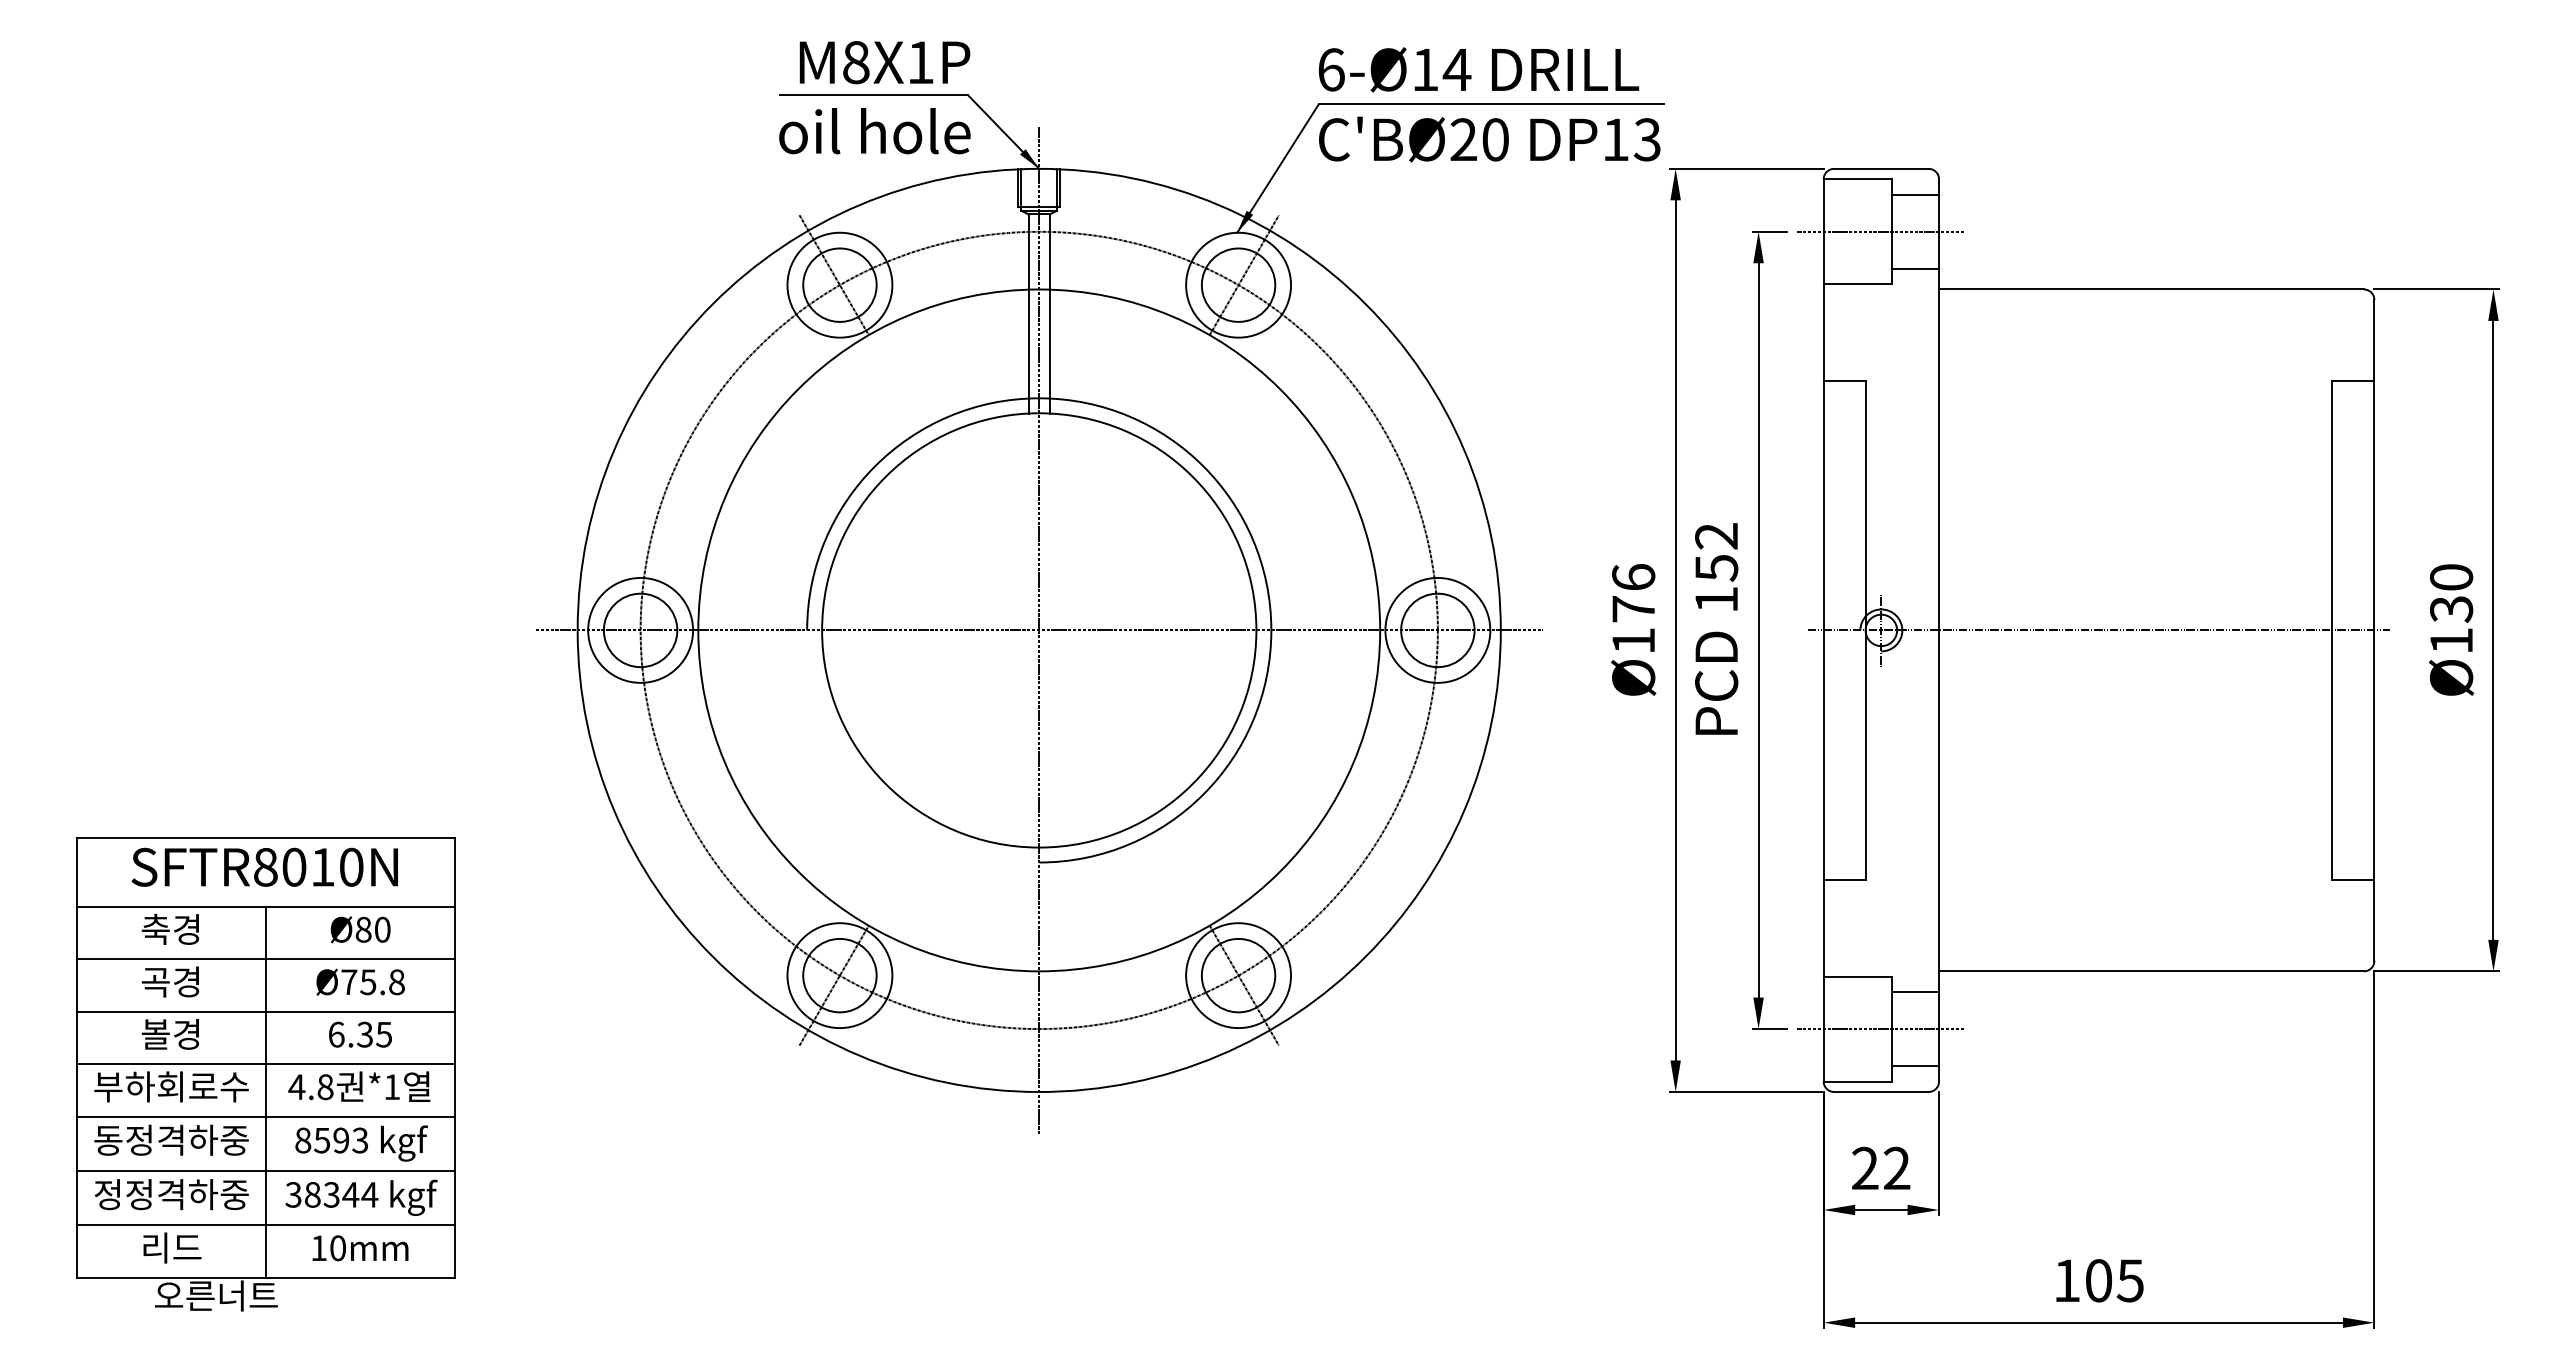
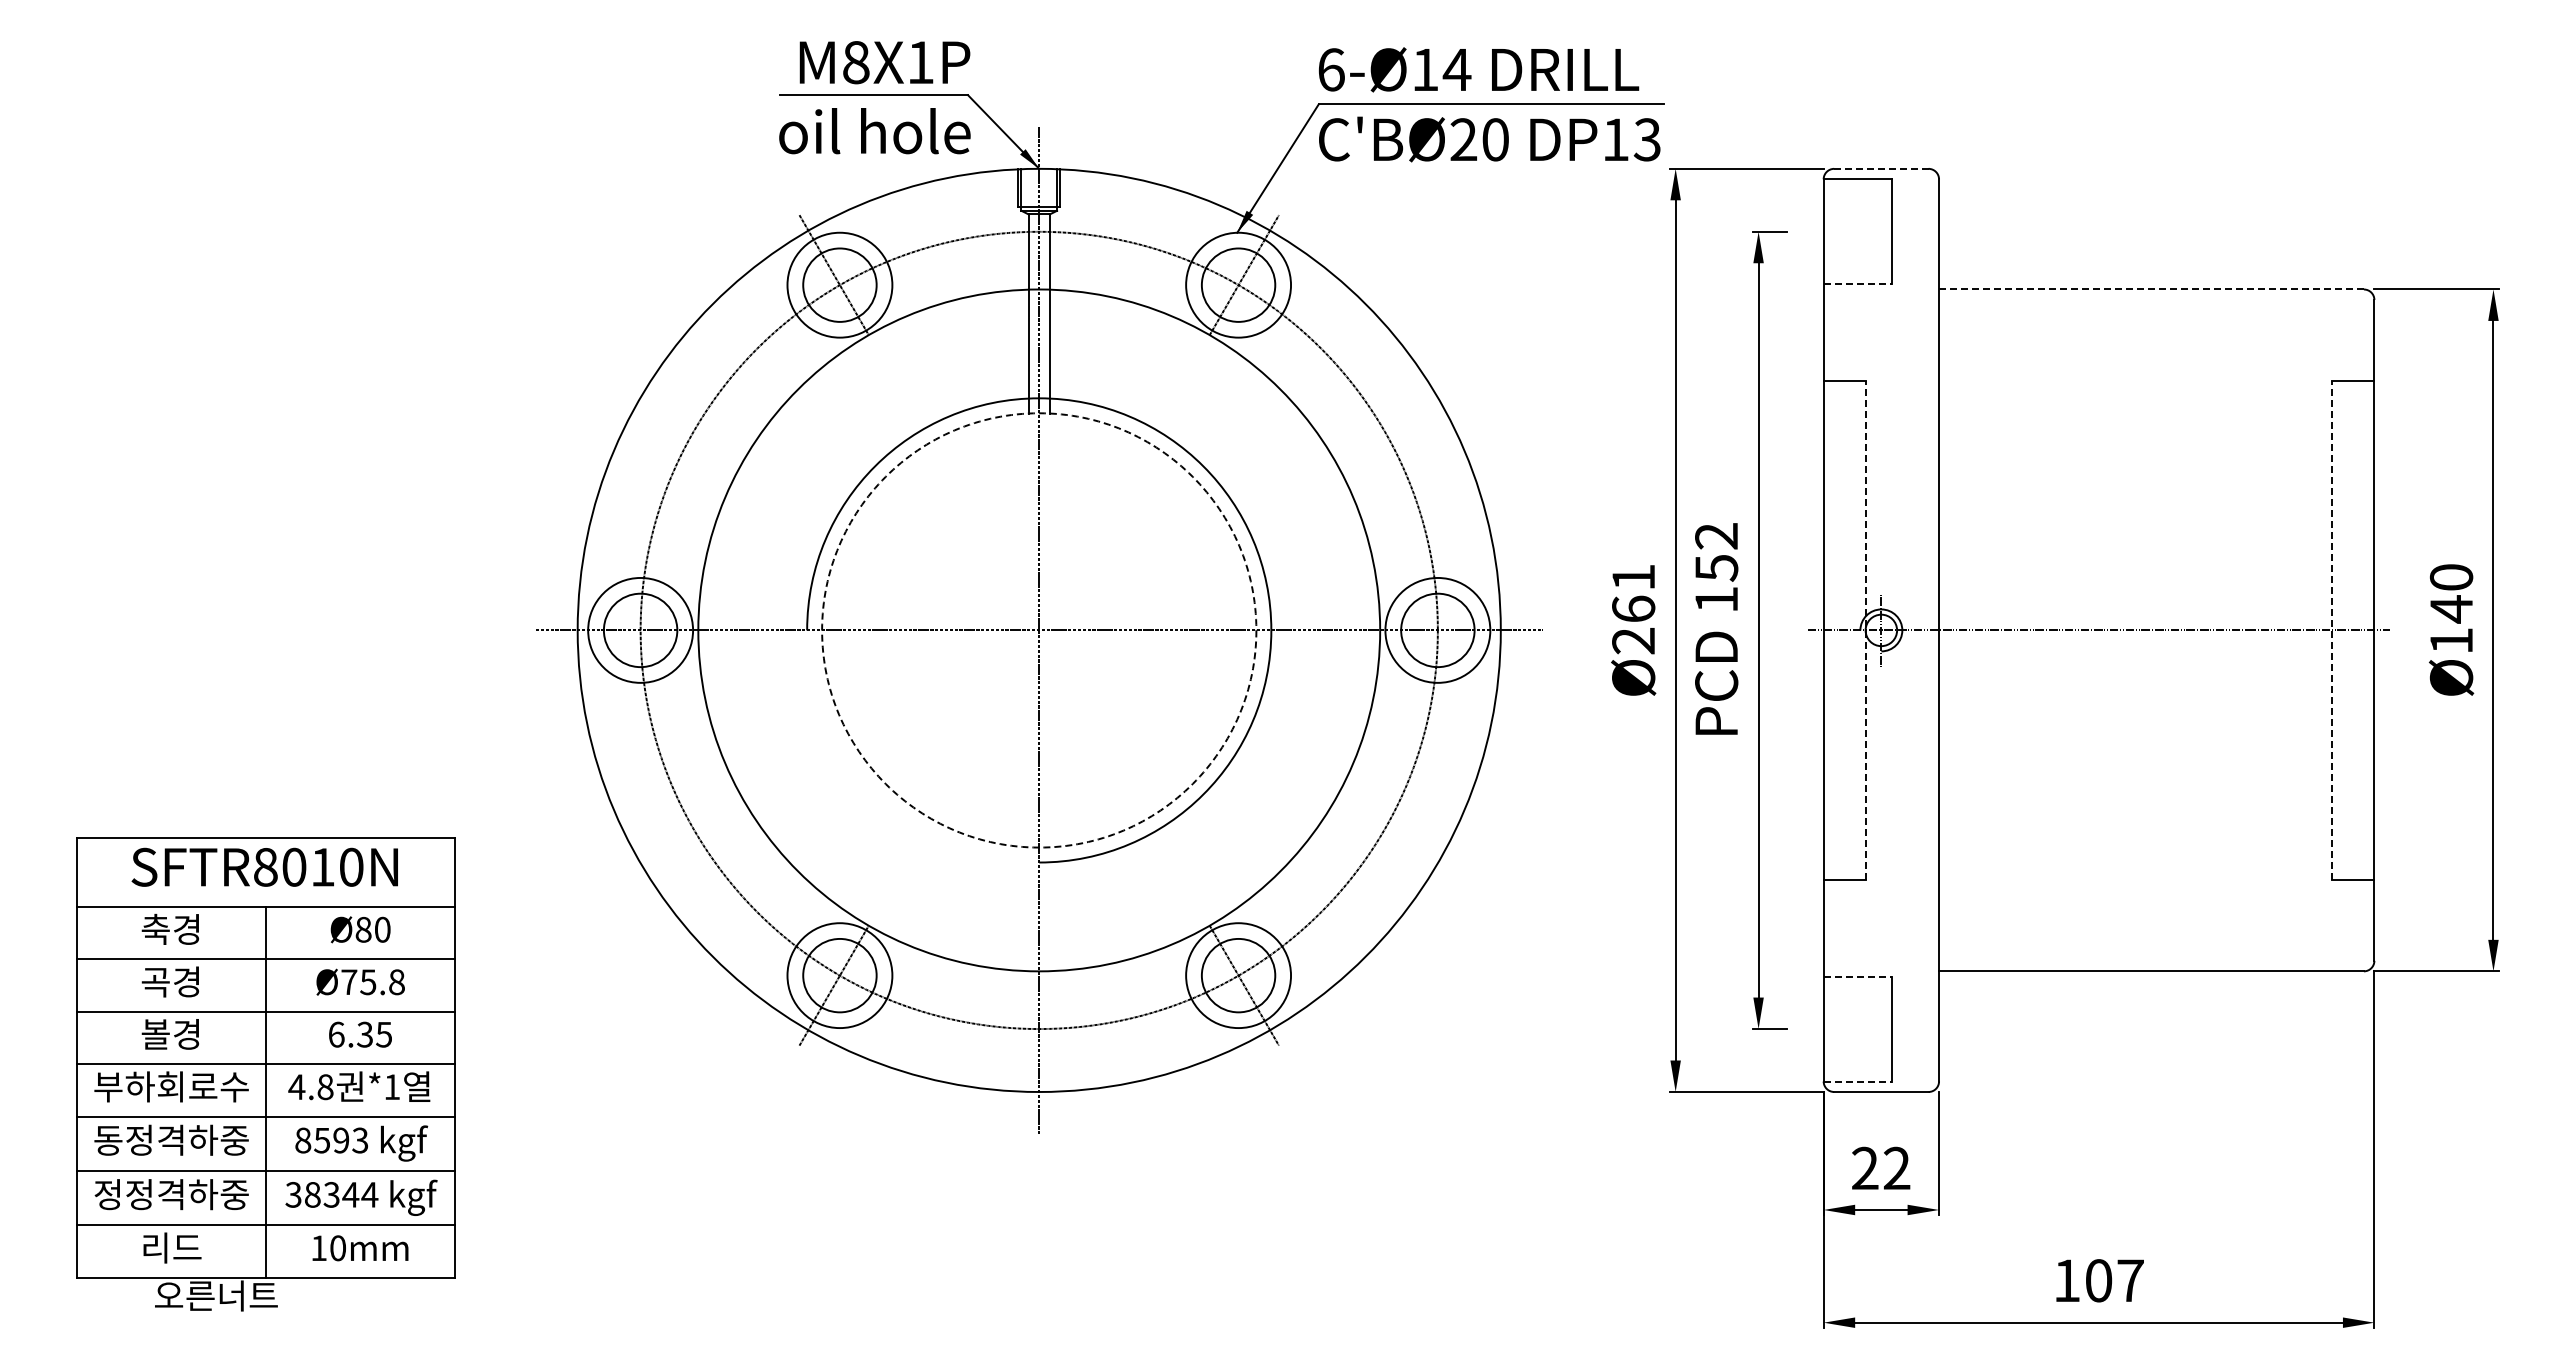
line at (1880, 168): solid -> dashed
line at (1915, 195): present -> none
line at (1881, 231): present -> none
line at (1915, 268): present -> none
line at (1858, 284): solid -> dashed
line at (2150, 289): solid -> dashed
text at (1633, 609): Ø176 -> Ø261
text at (2451, 609): Ø130 -> Ø140
line at (1865, 629): solid -> dashed
line at (2332, 629): solid -> dashed
circle at (1039, 630): solid -> dashed
line at (1858, 976): solid -> dashed
line at (1915, 992): present -> none
line at (1881, 1029): present -> none
line at (1915, 1065): present -> none
line at (1858, 1081): solid -> dashed
text at (2129, 1280): 105 -> 107
